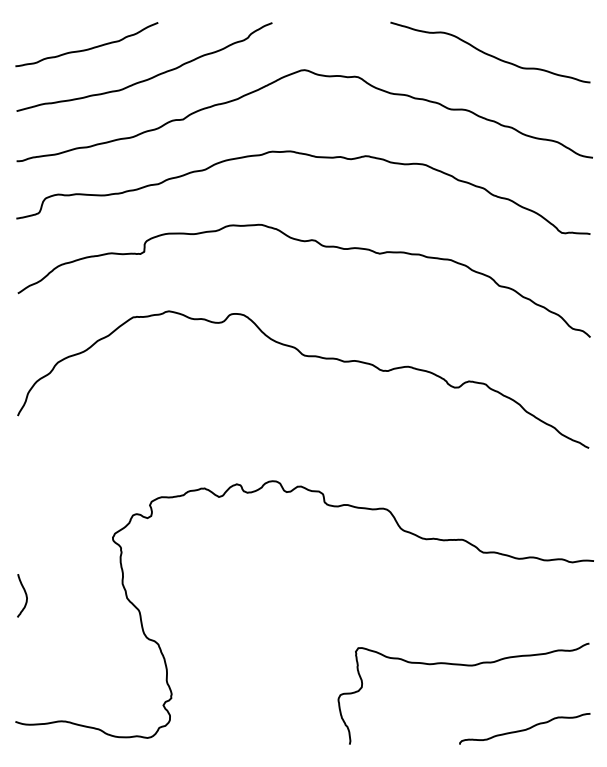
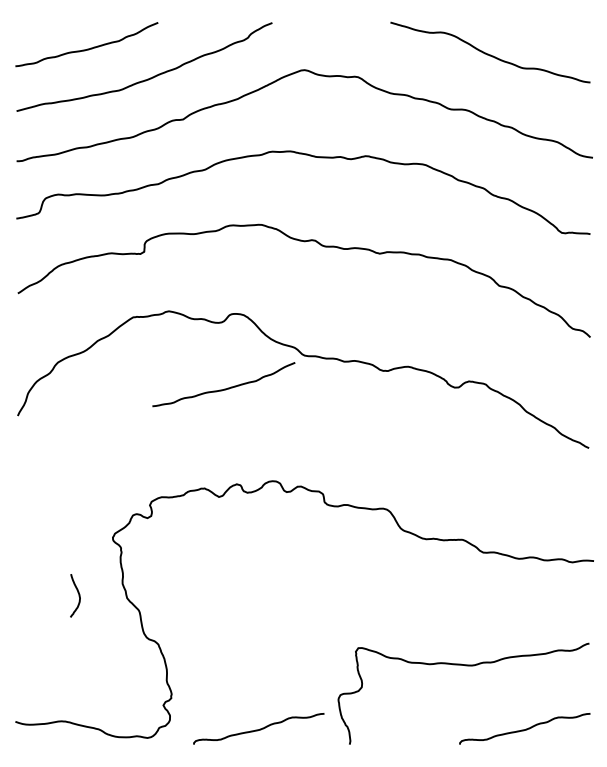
curve at (224, 388): none -> present
curve at (25, 595) position: (25, 595) -> (78, 595)
curve at (258, 729): none -> present
